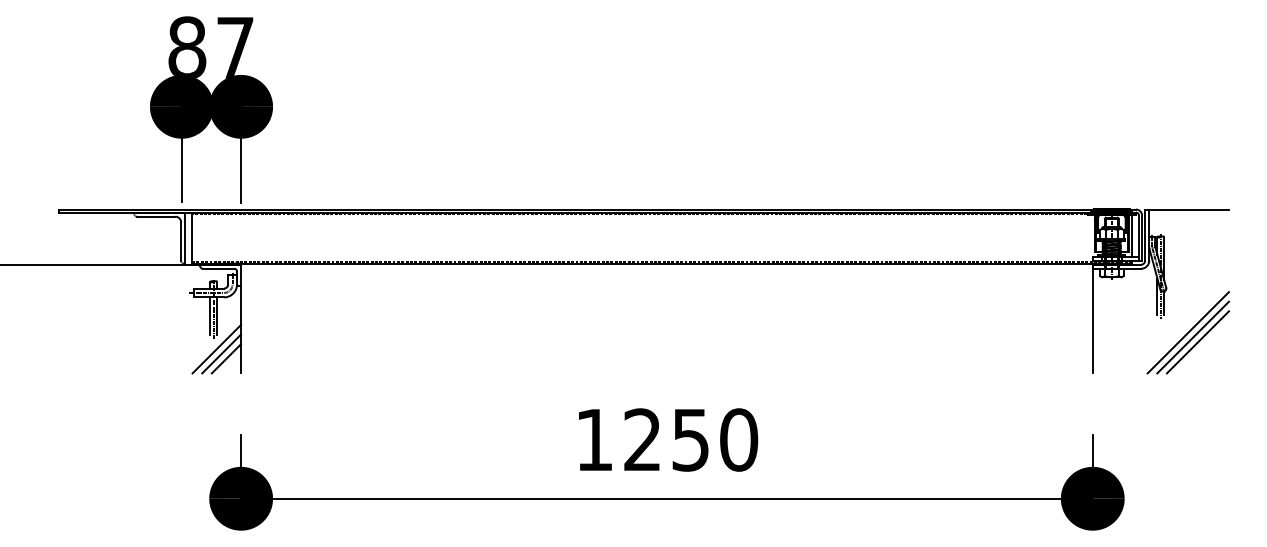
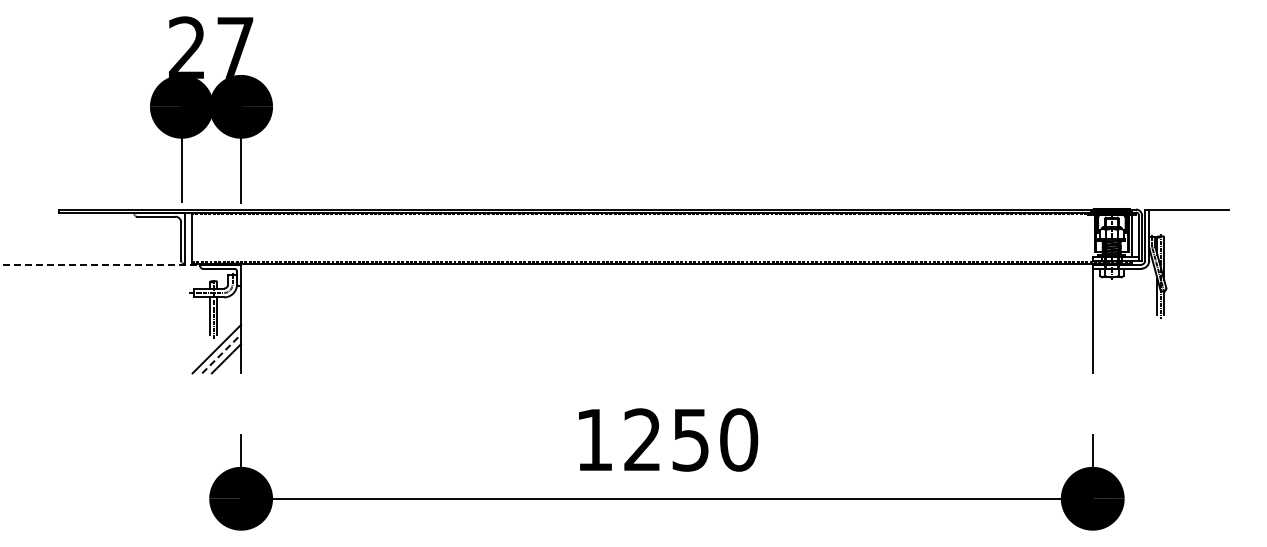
text at (187, 47): 87 -> 27
line at (100, 264): solid -> dashed
part at (1188, 332): present -> none
line at (221, 353): solid -> dashed
